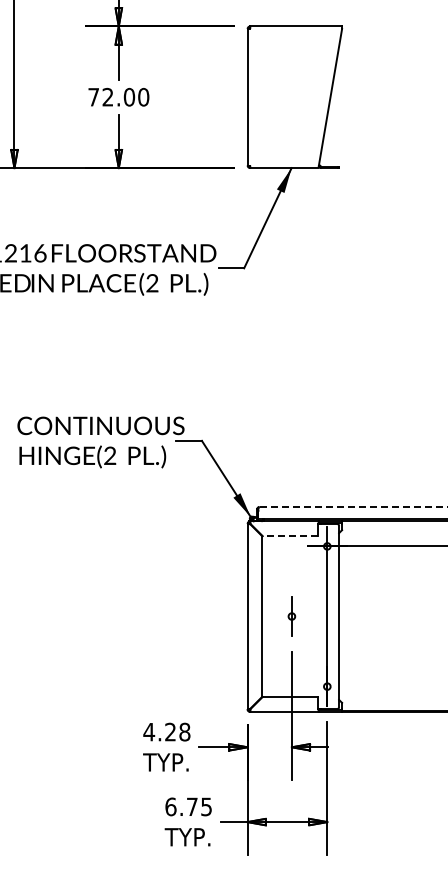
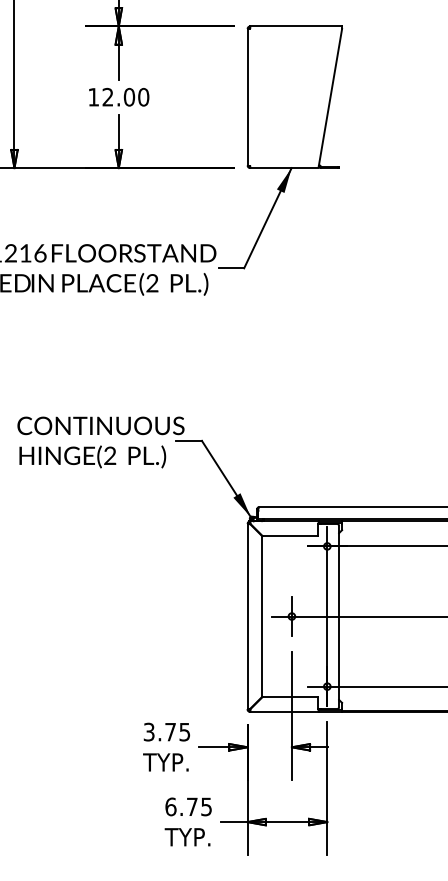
text at (93, 97): 72.00 -> 12.00
line at (353, 506): dashed -> solid
line at (290, 536): dashed -> solid
line at (358, 616): none -> present
line at (375, 686): none -> present
text at (166, 731): 4.28 -> 3.75
